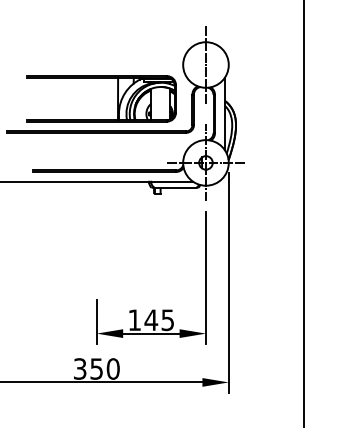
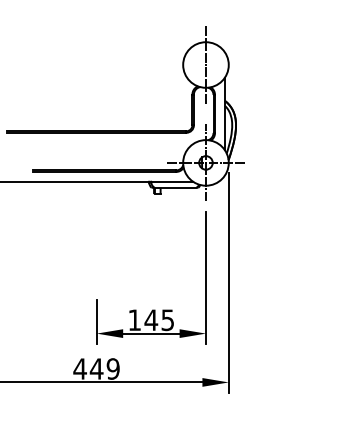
part at (117, 98): present -> none
line at (304, 213): present -> none
text at (96, 368): 350 -> 449
